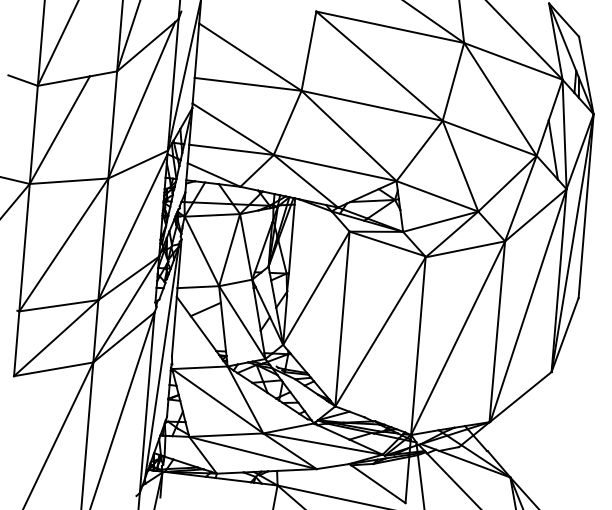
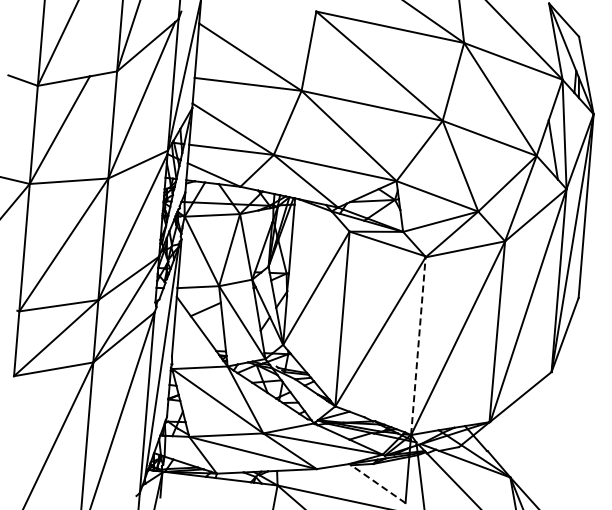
line at (418, 345): solid -> dashed
line at (377, 483): solid -> dashed
